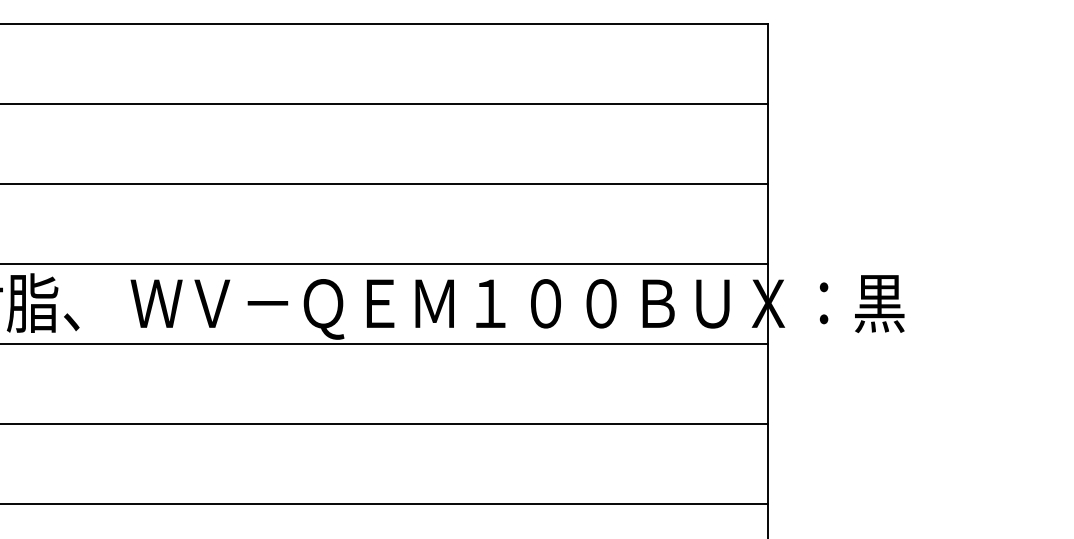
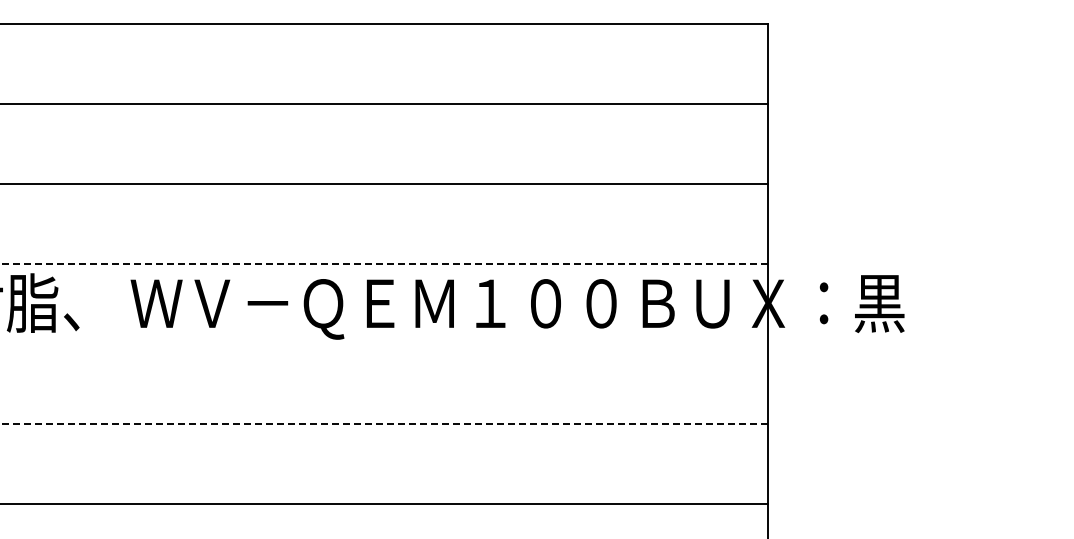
line at (384, 263): solid -> dashed
line at (384, 343): present -> none
line at (384, 423): solid -> dashed
